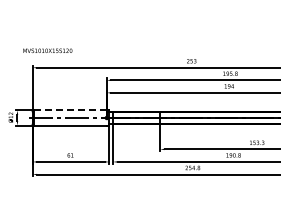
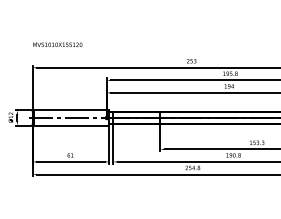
text at (47, 50) position: (47, 50) -> (57, 44)
line at (69, 110): dashed -> solid
